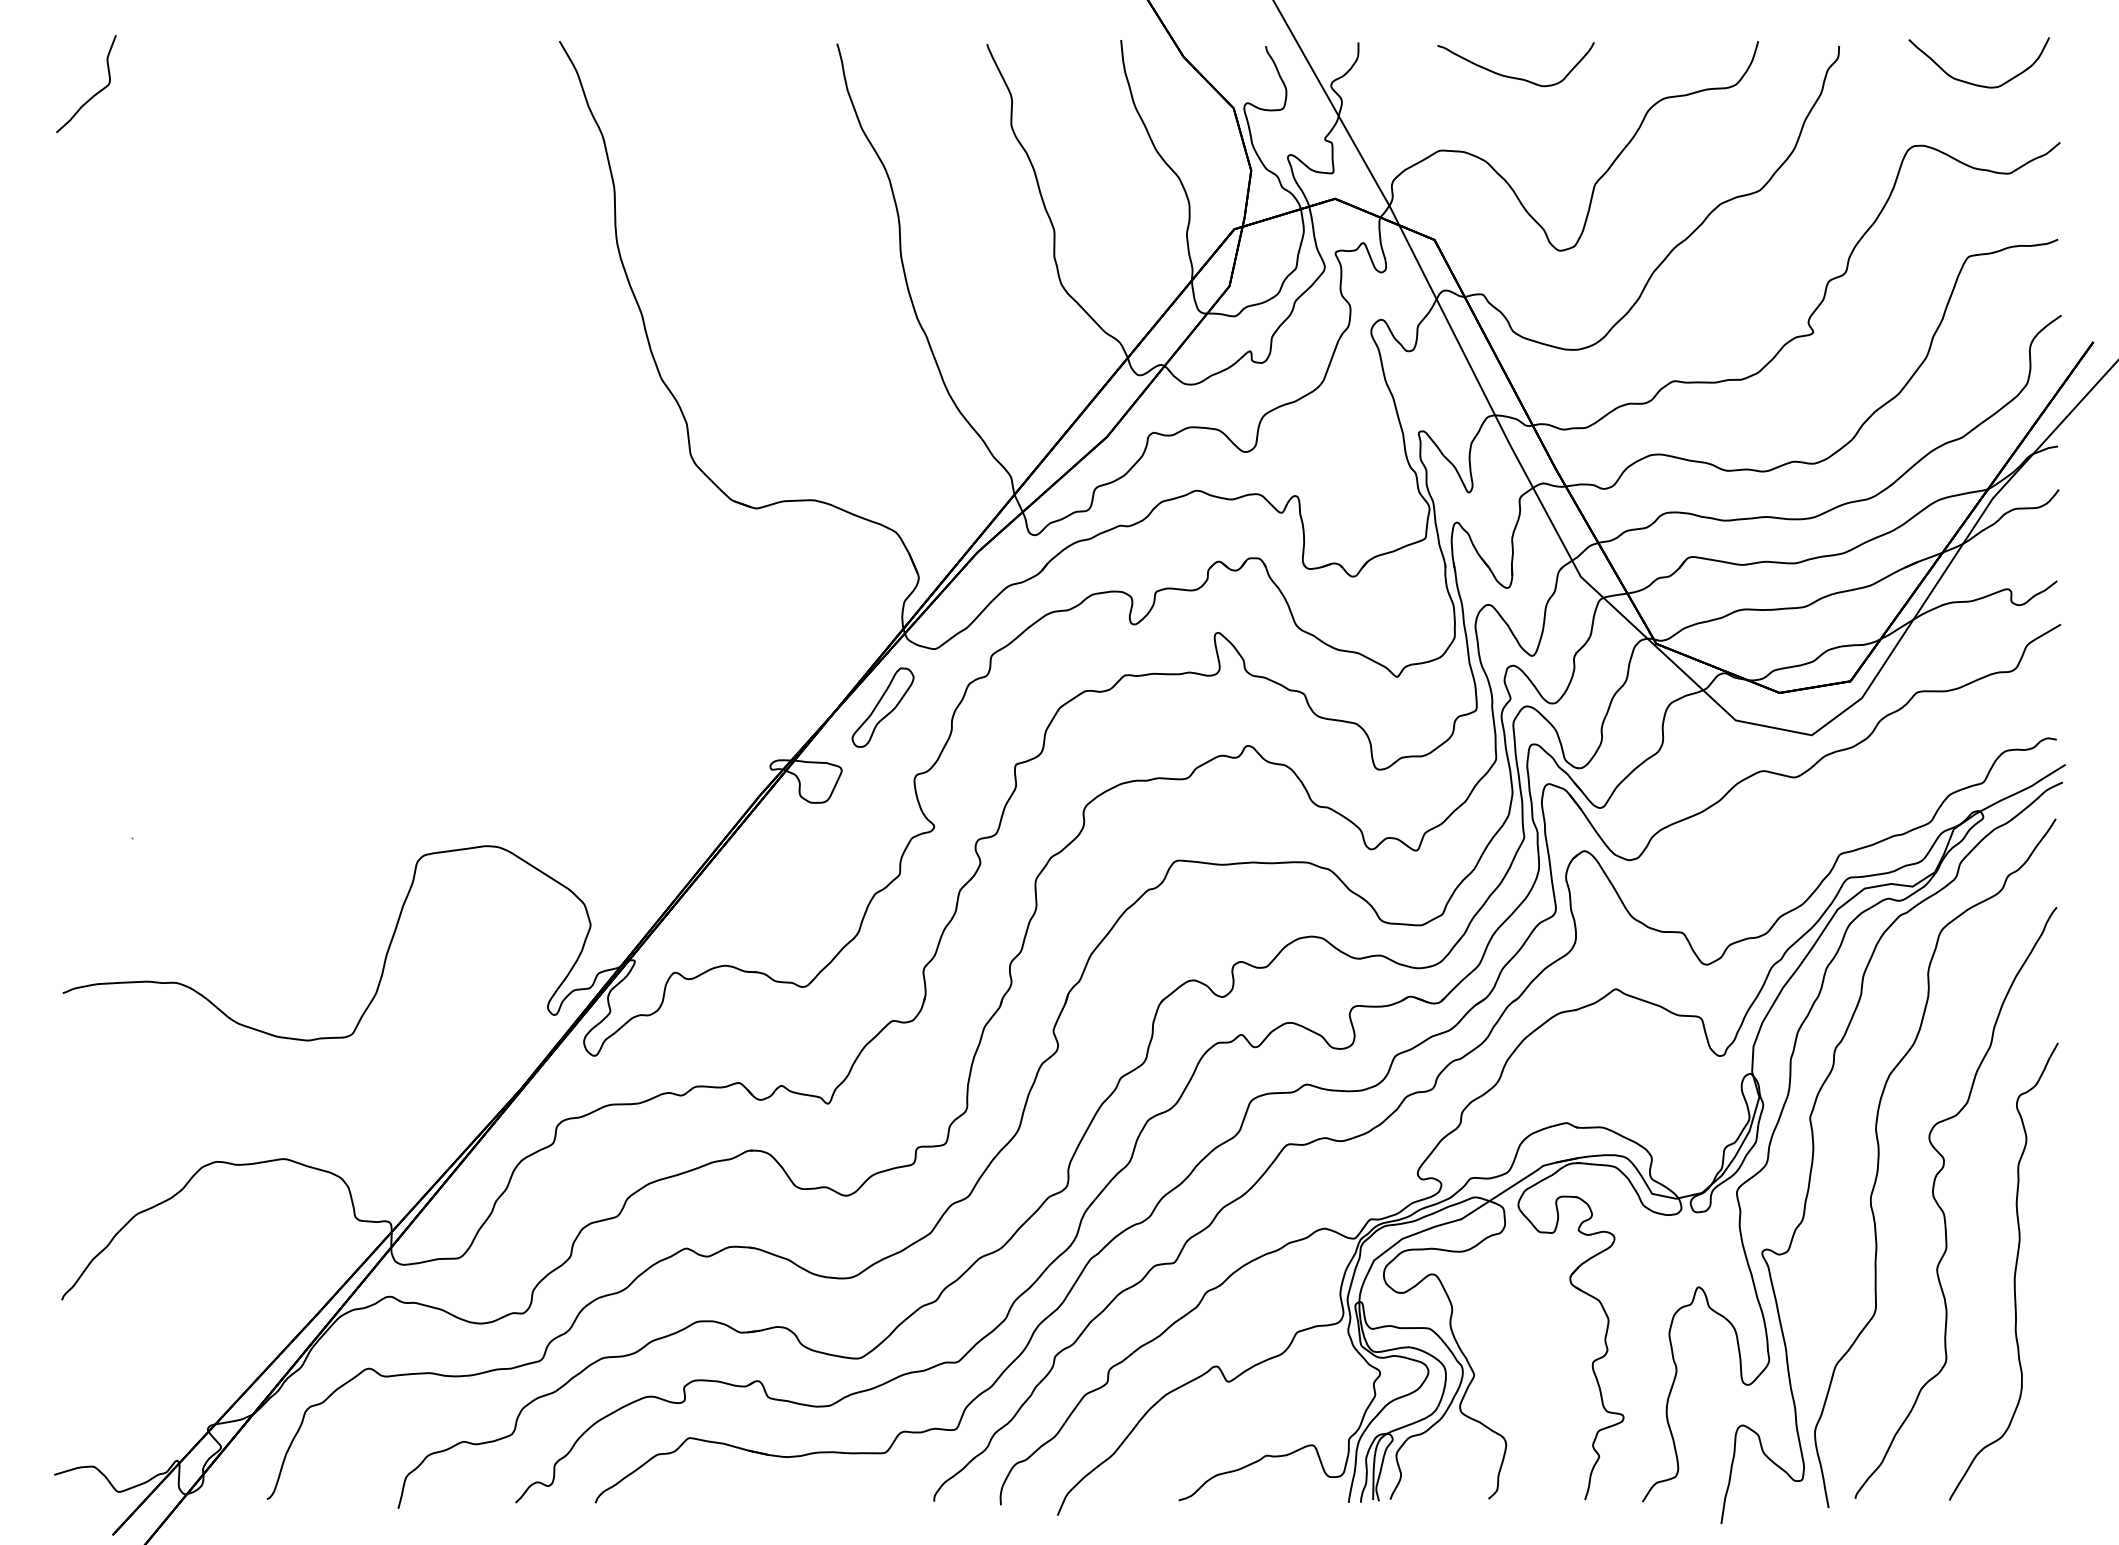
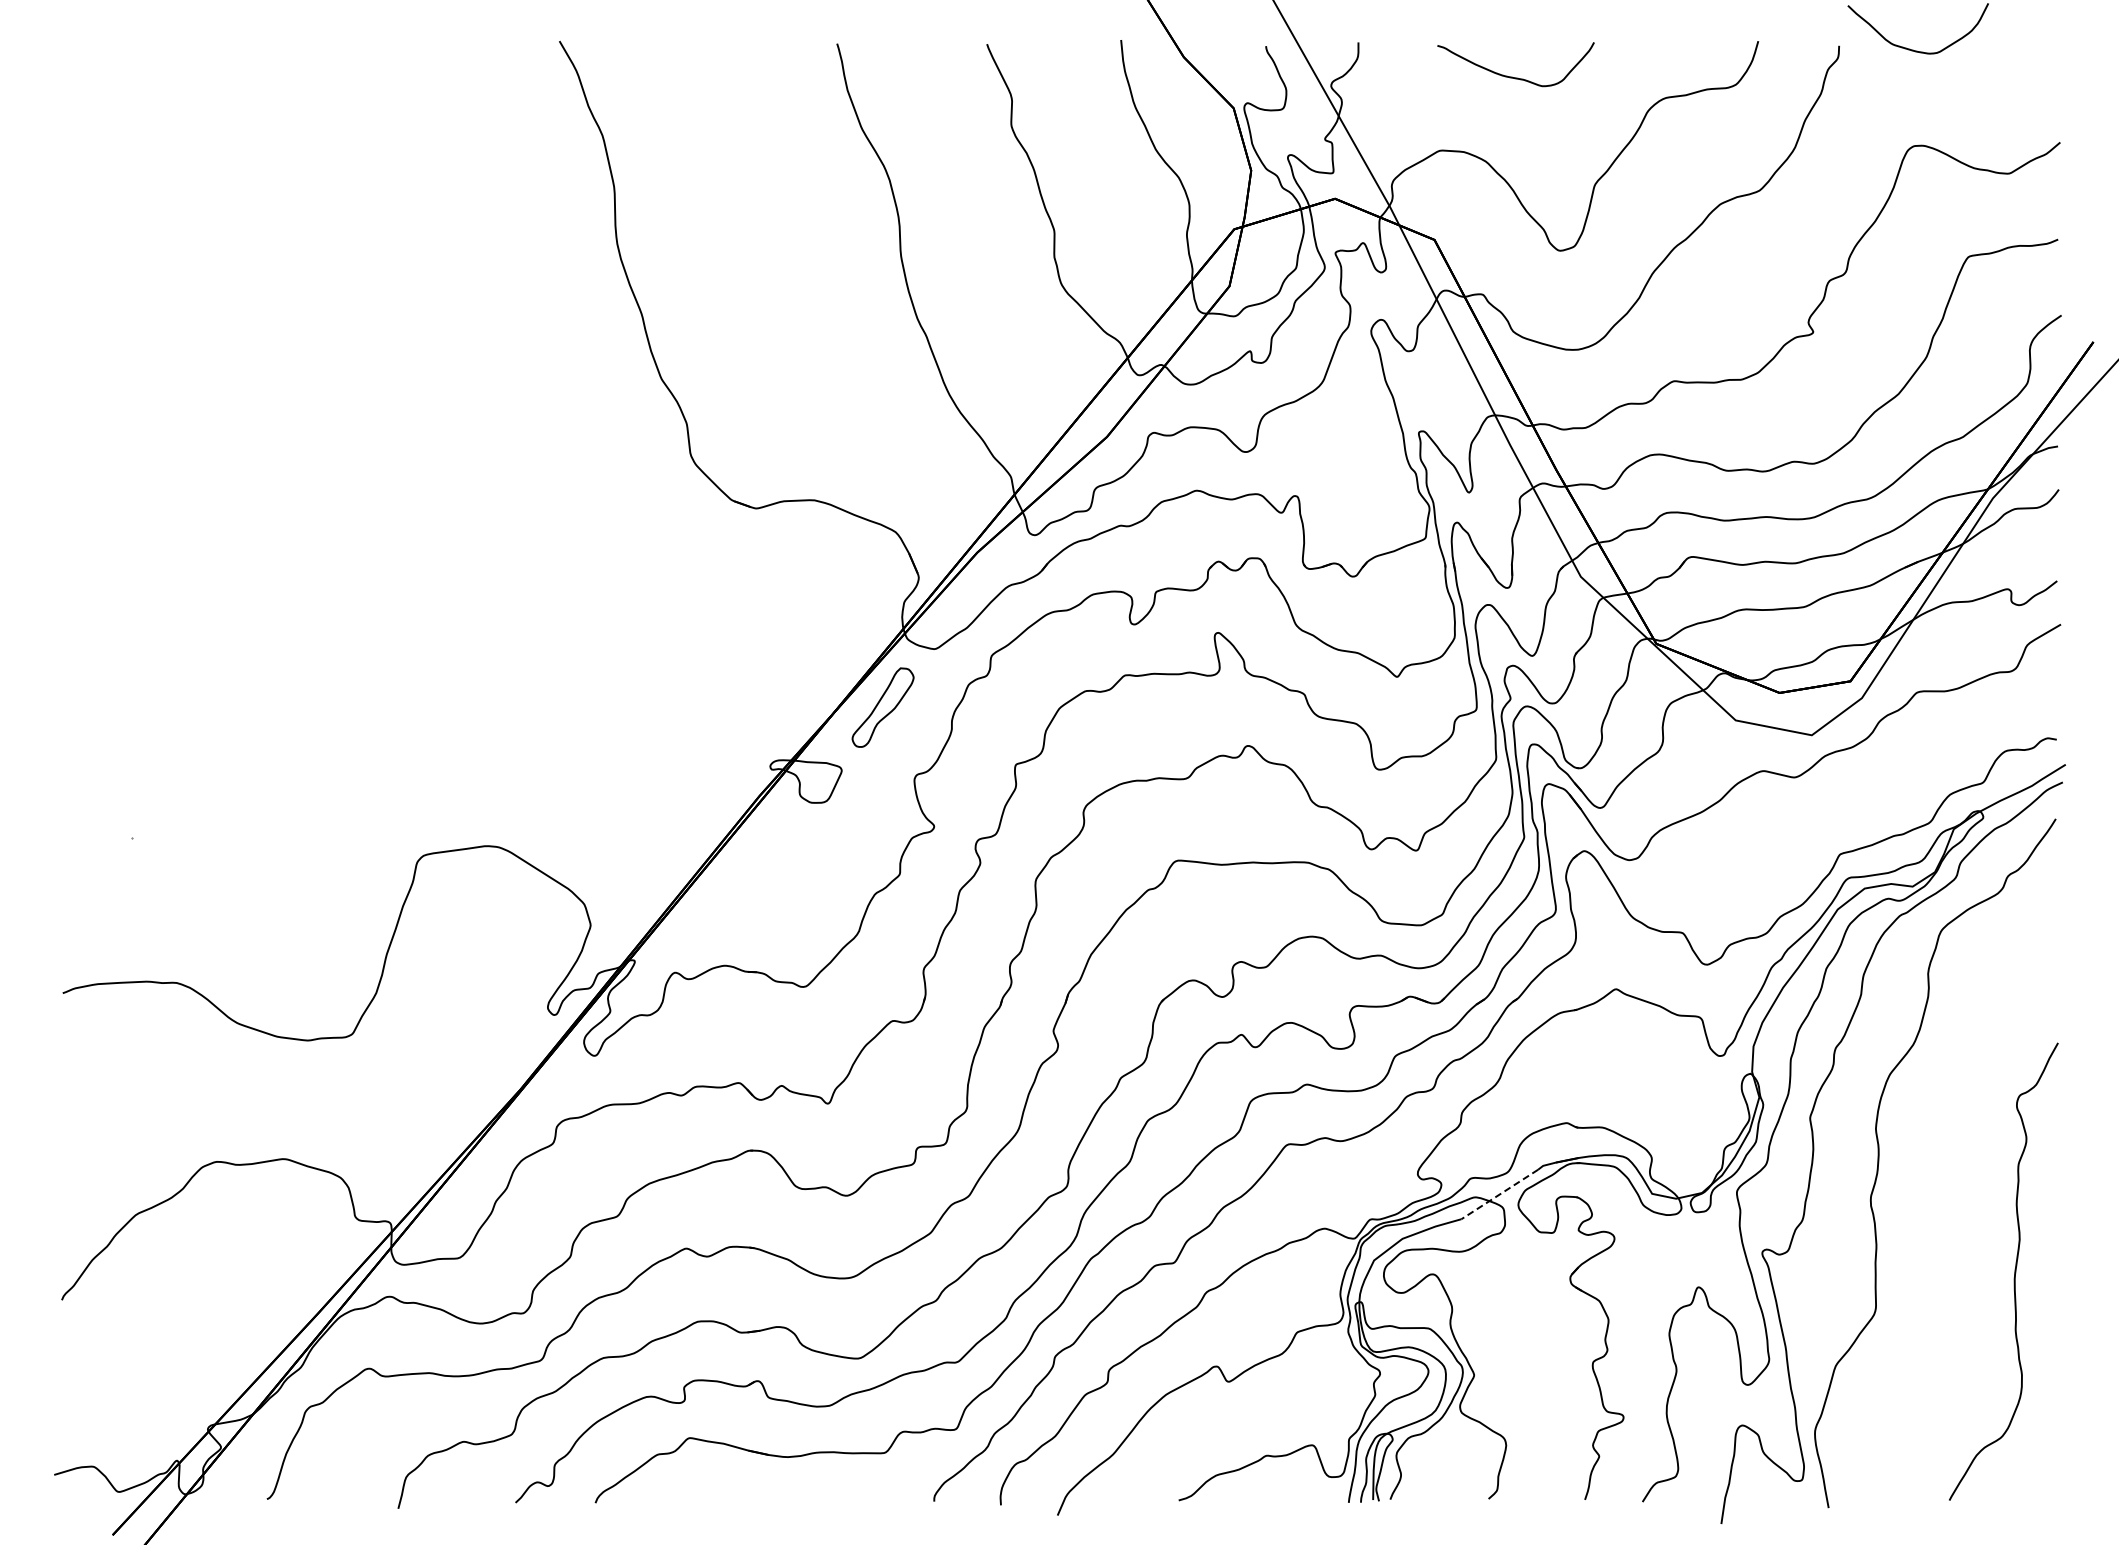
curve at (1974, 83) position: (1974, 83) -> (1913, 49)
curve at (95, 93): present -> none
line at (1499, 1194): solid -> dashed
curve at (1943, 1210): present -> none
